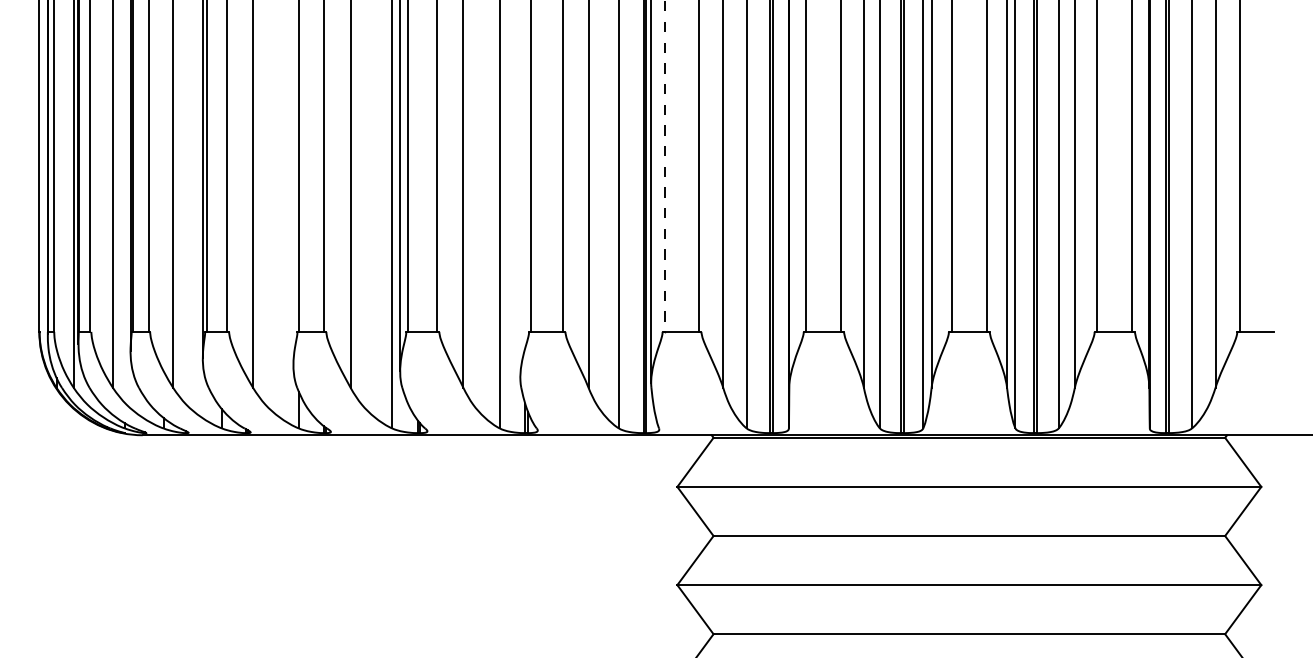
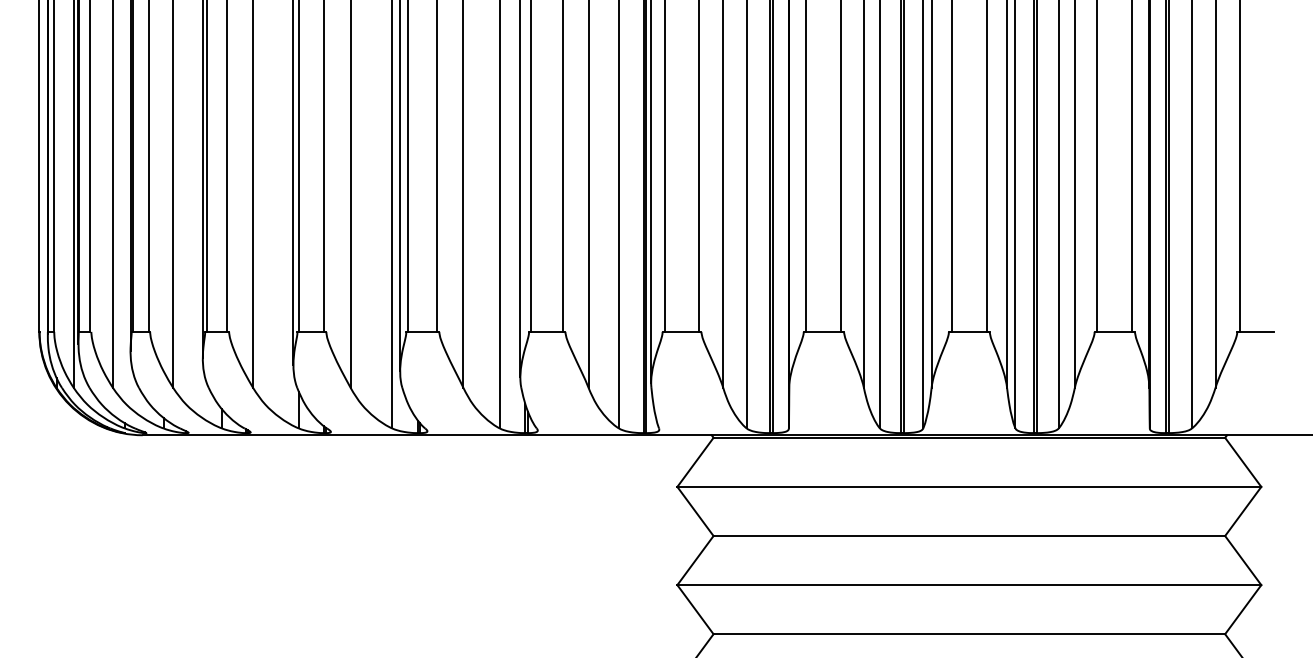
line at (665, 166): dashed -> solid
line at (293, 183): none -> present
line at (520, 189): none -> present
